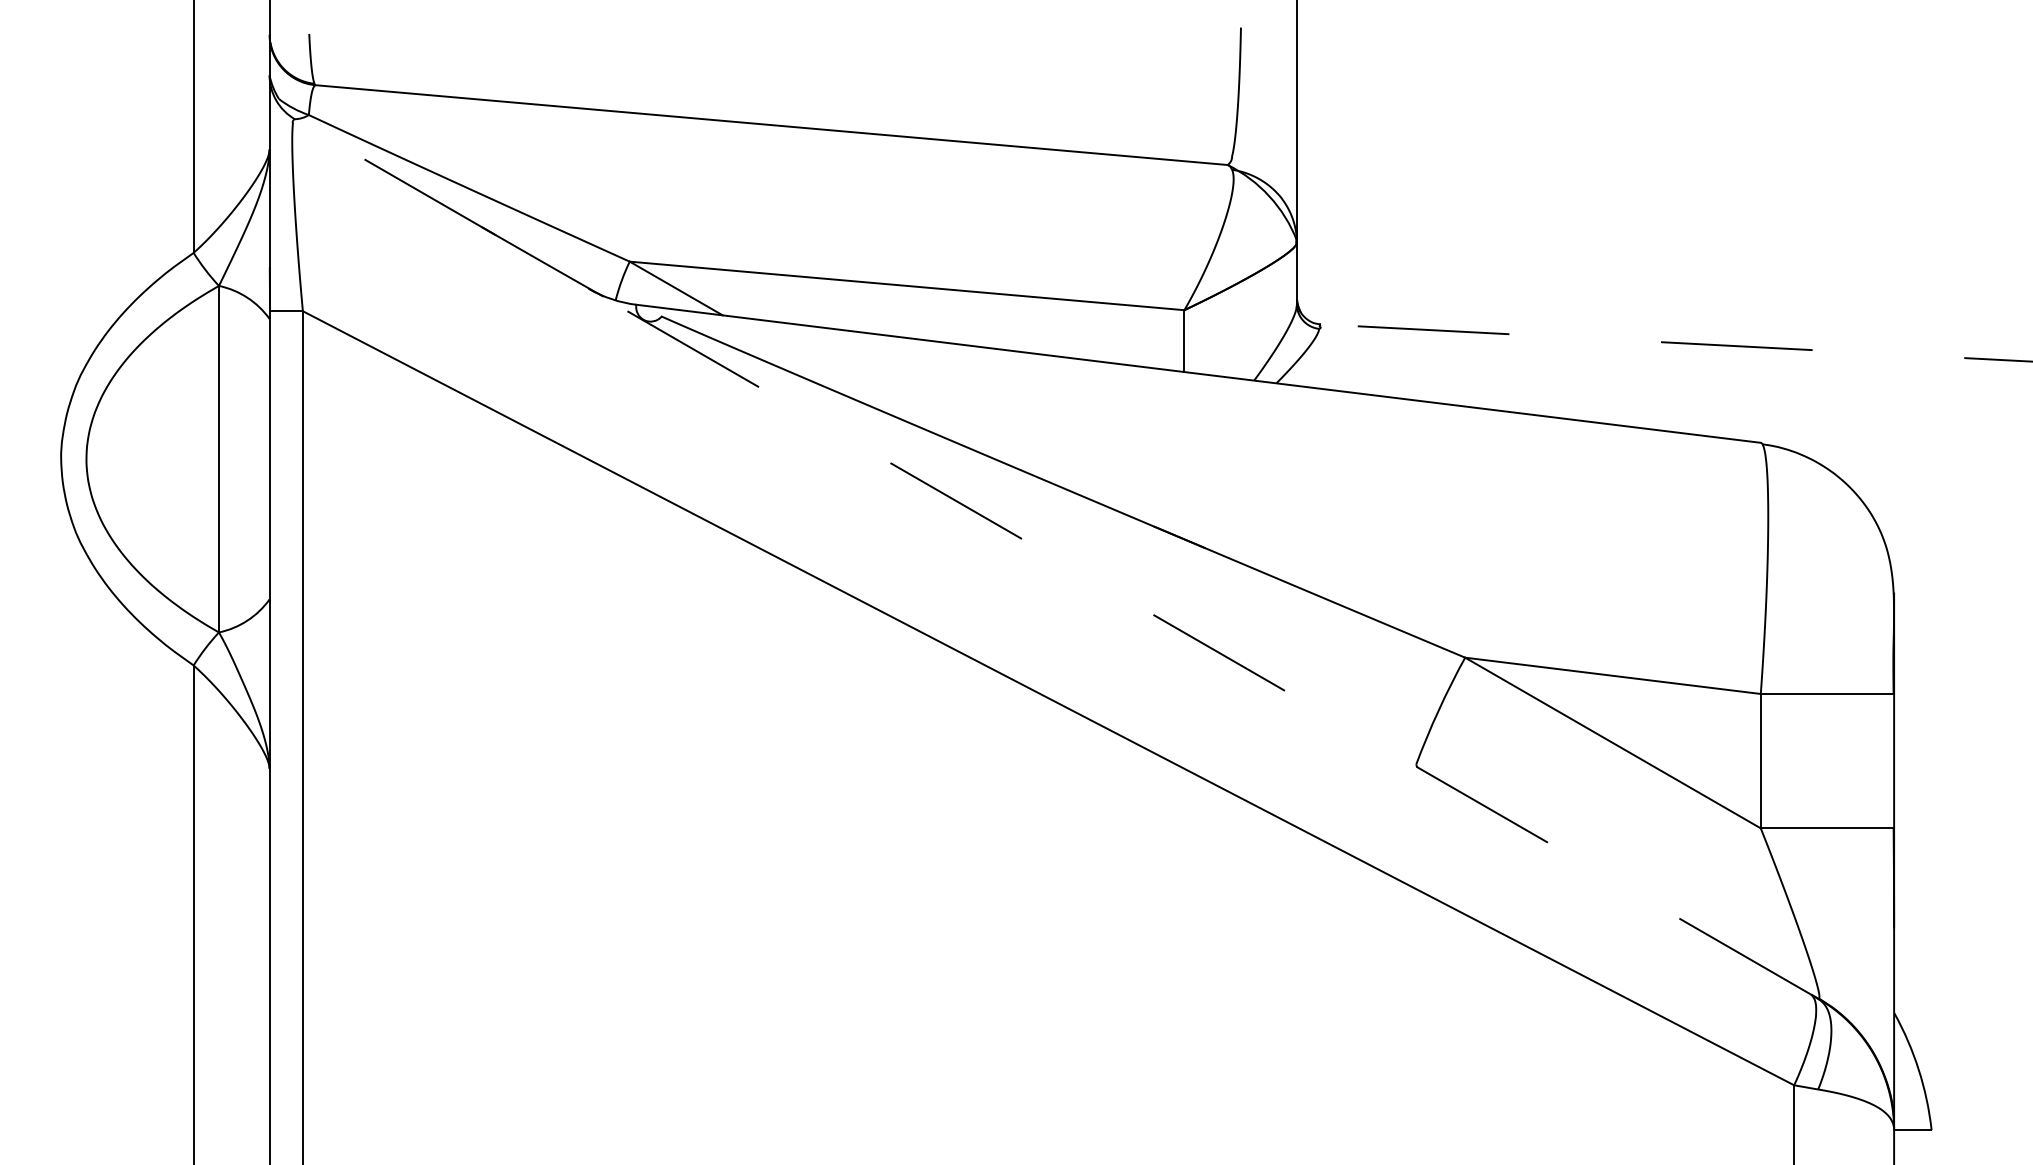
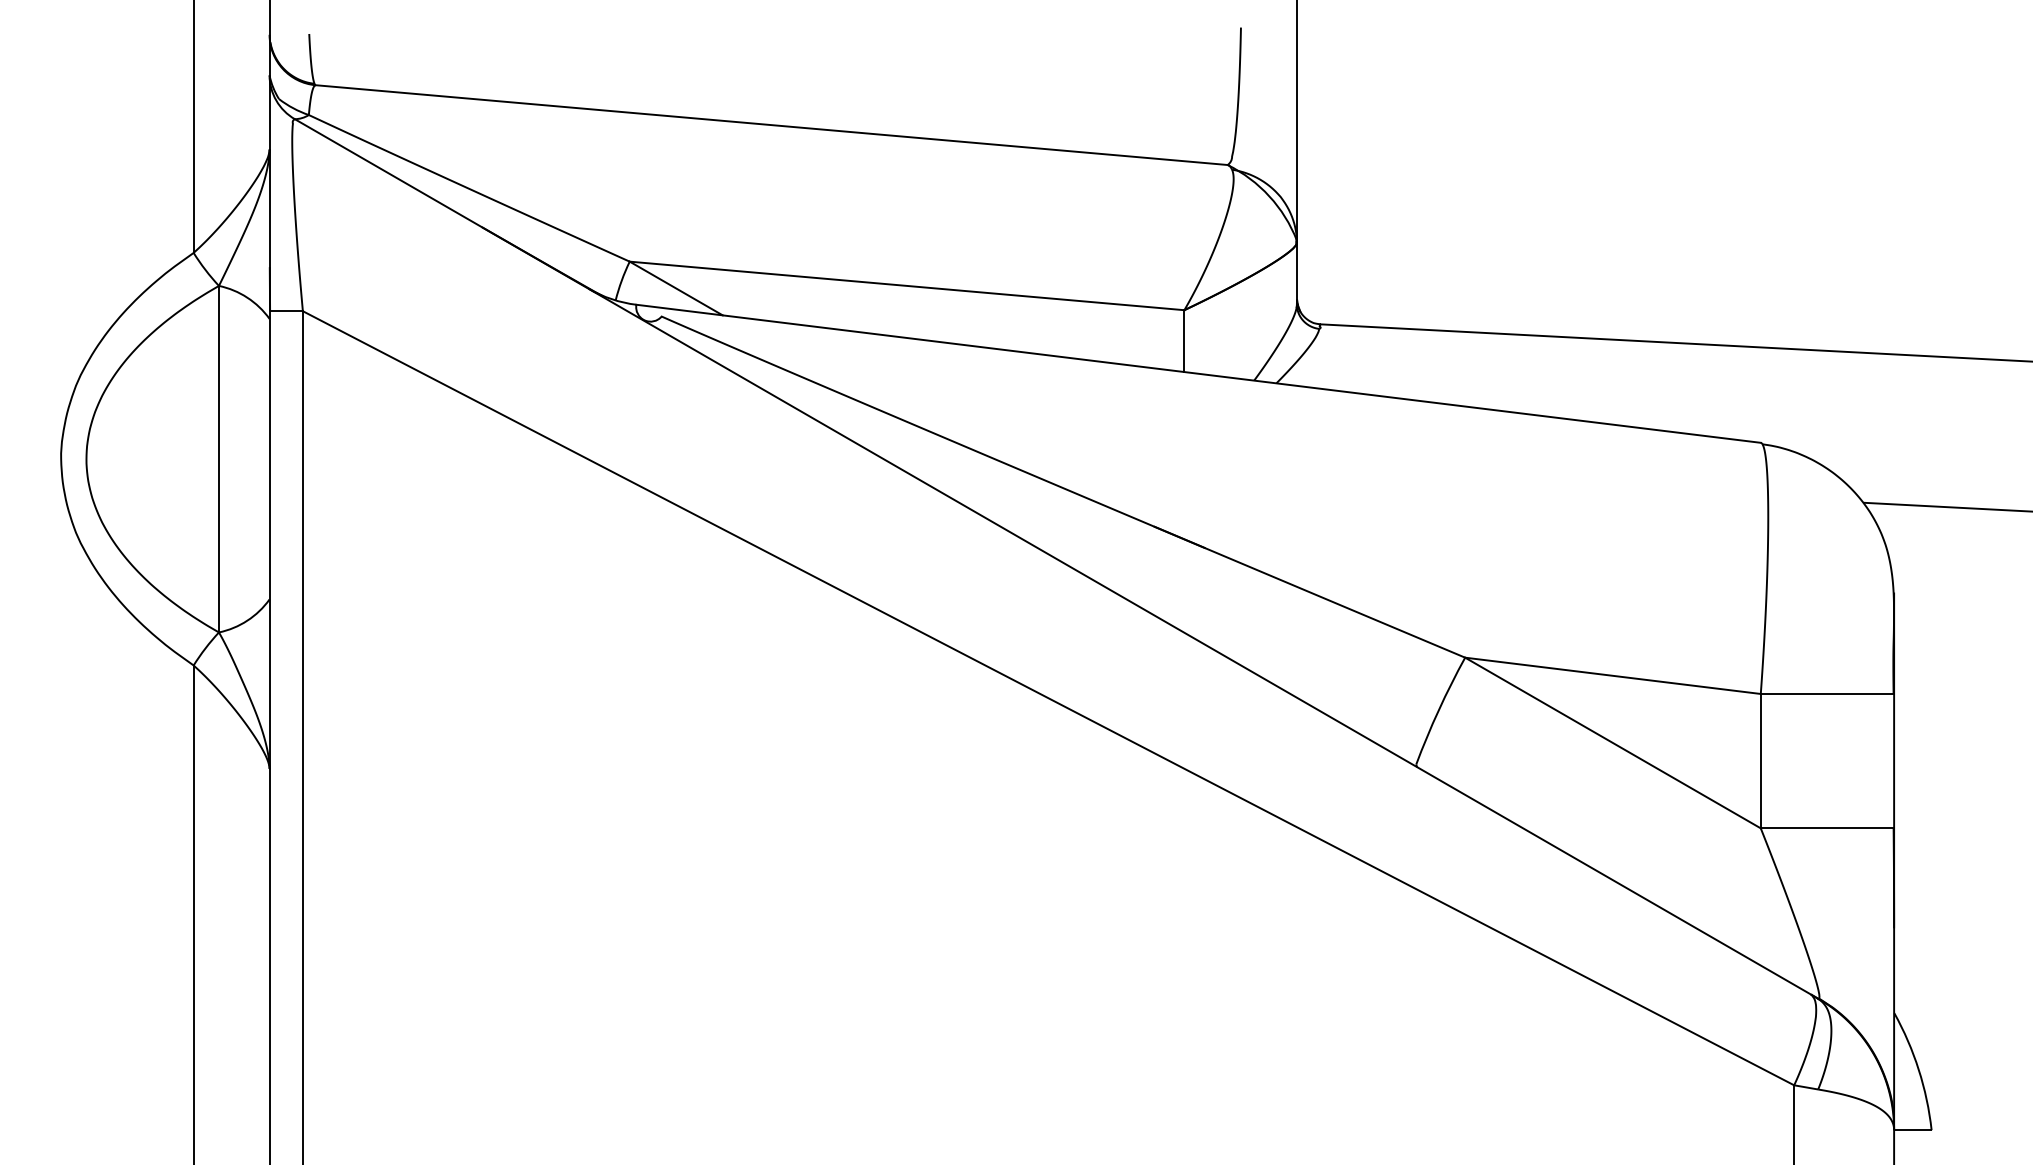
line at (1676, 342): dashed -> solid
line at (1946, 506): none -> present
line at (1052, 556): dashed -> solid
